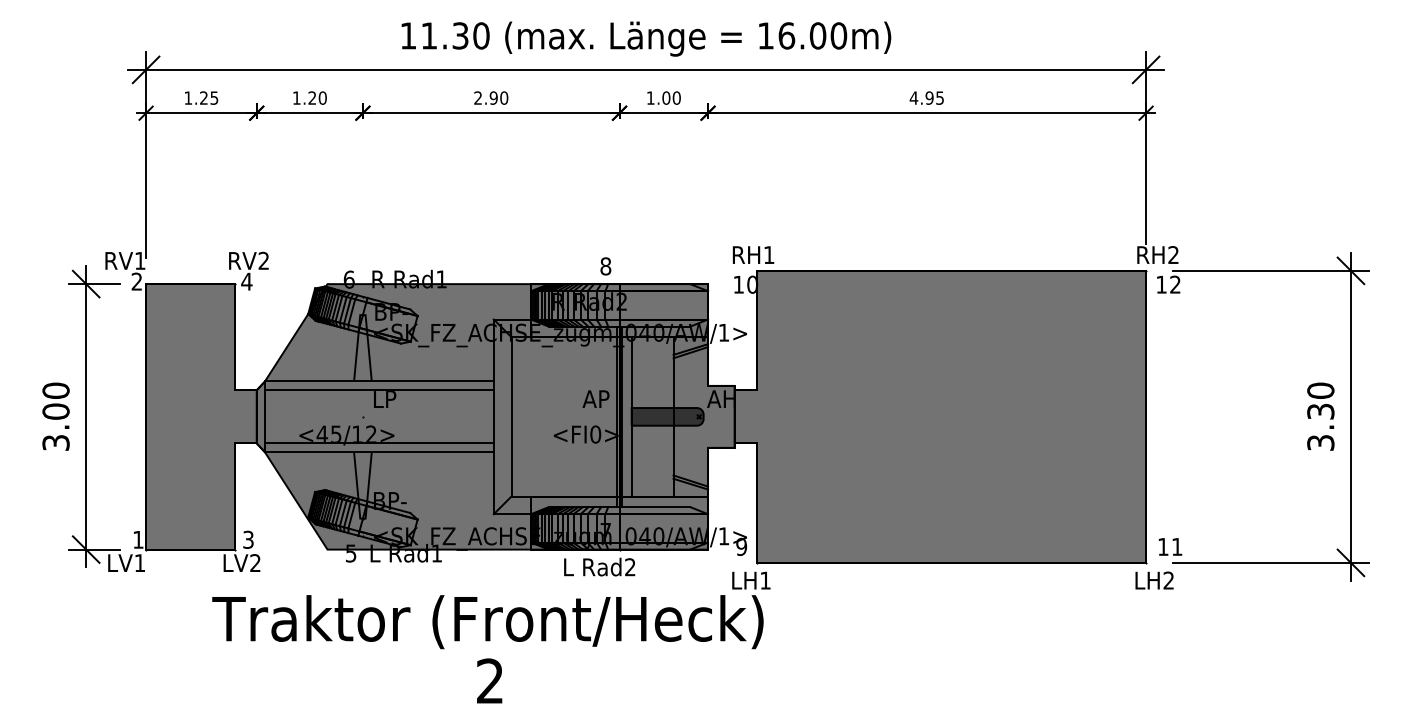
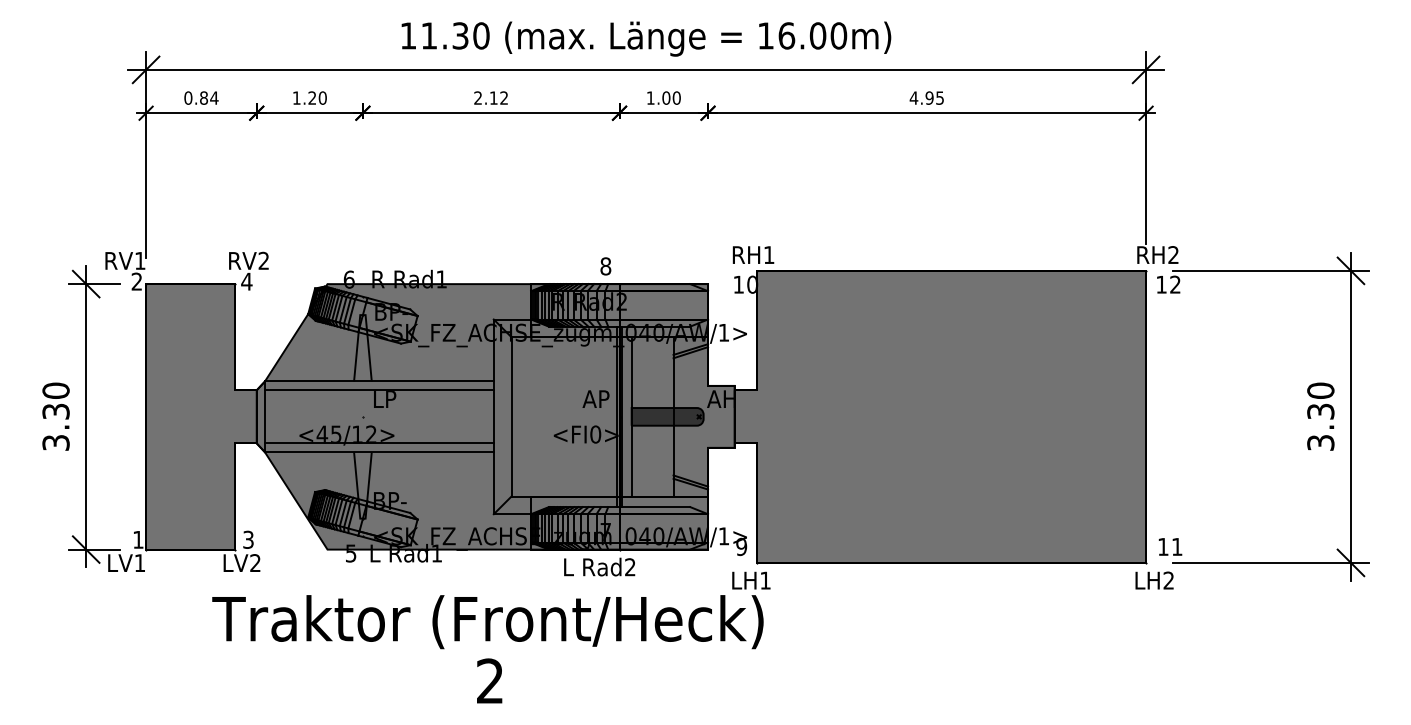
text at (201, 97): 1.25 -> 0.84
text at (498, 97): 2.90 -> 2.12
text at (55, 411): 3.00 -> 3.30
